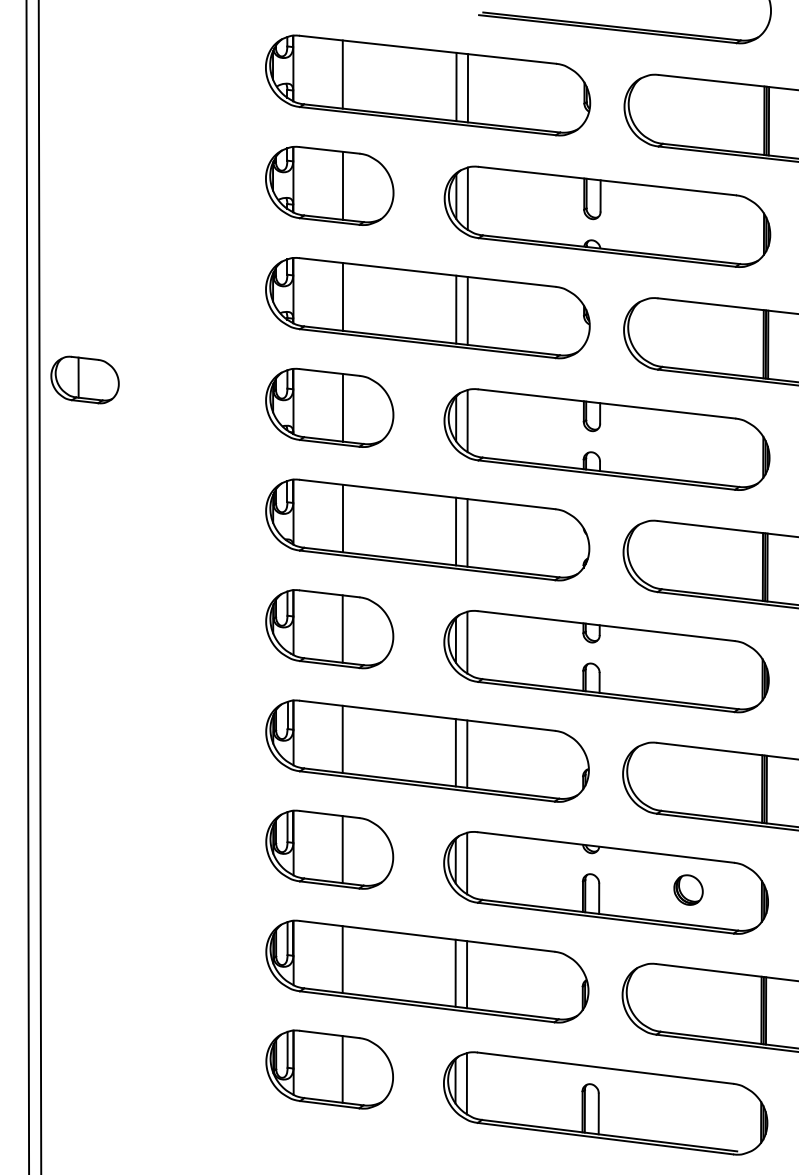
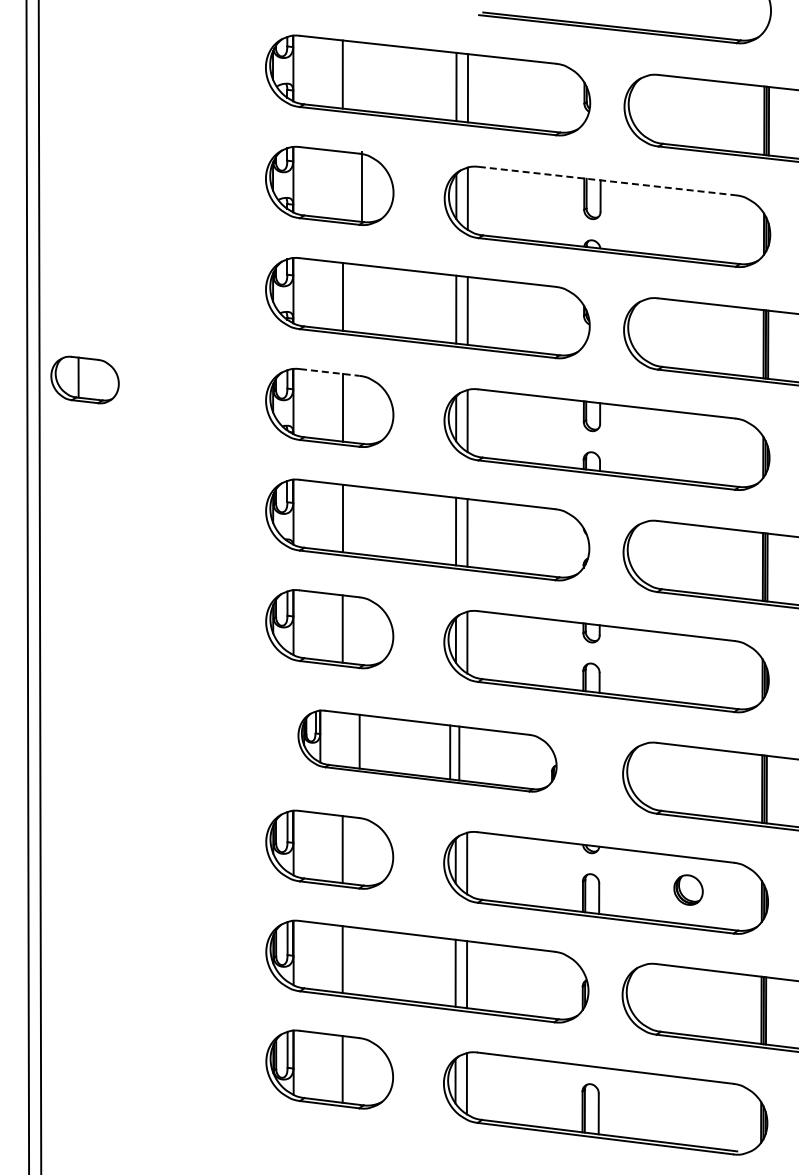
line at (607, 181): solid -> dashed
line at (342, 185) position: (342, 185) -> (361, 185)
line at (329, 372): solid -> dashed
part at (427, 750) size: 325x104 px -> 261x84 px
